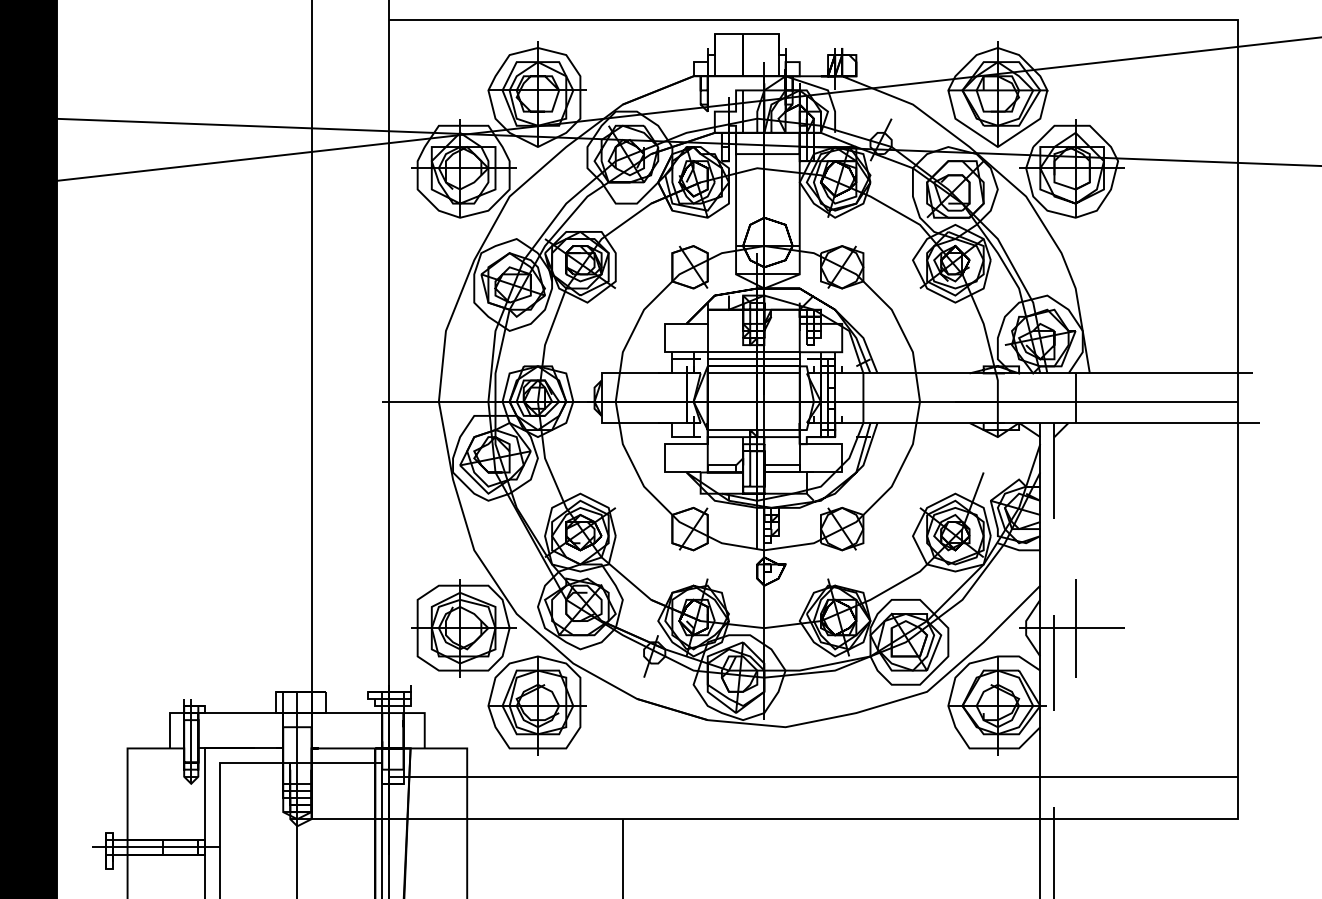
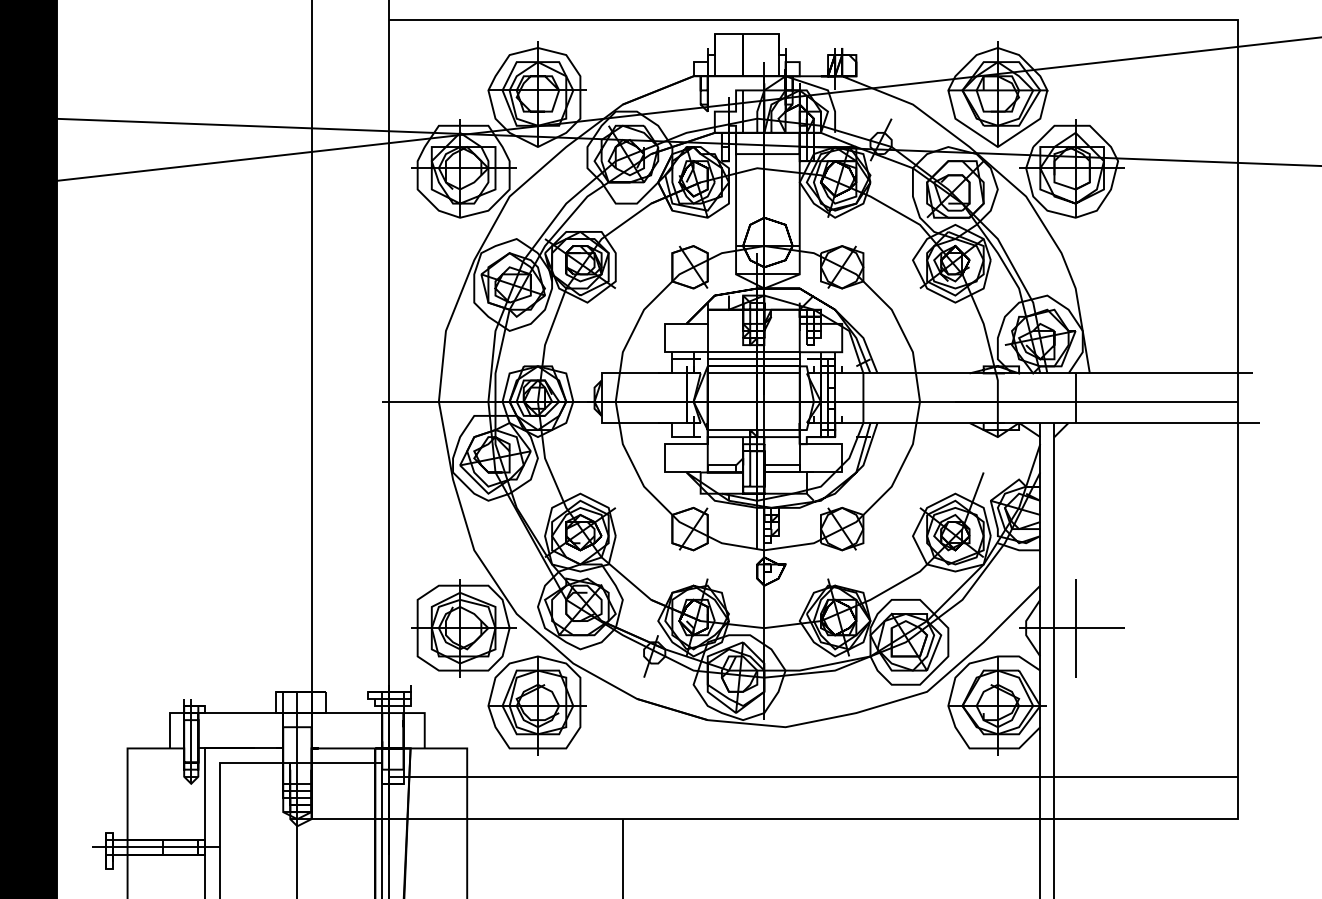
line at (1054, 660): dashed -> solid
